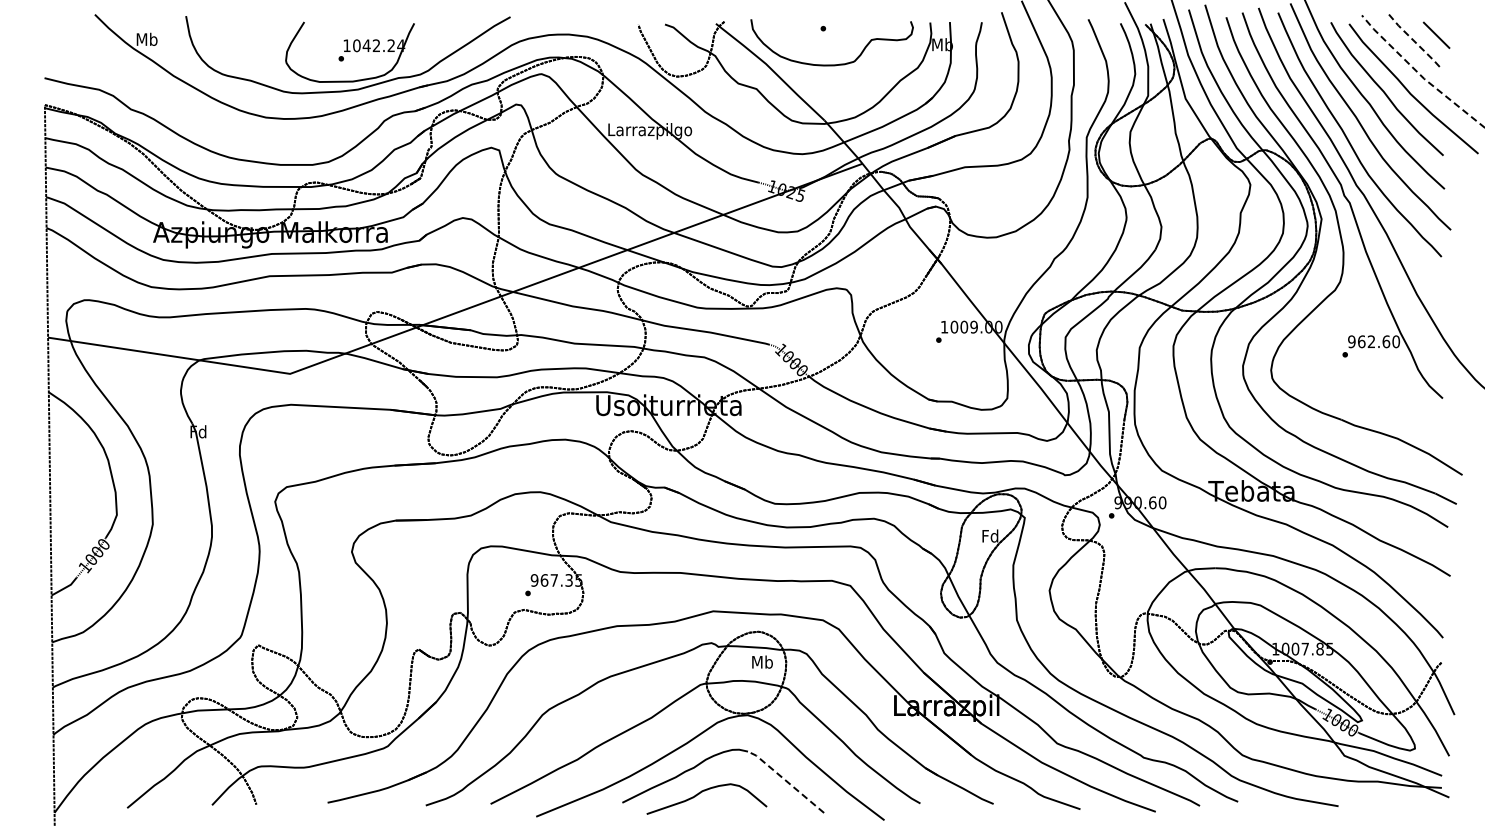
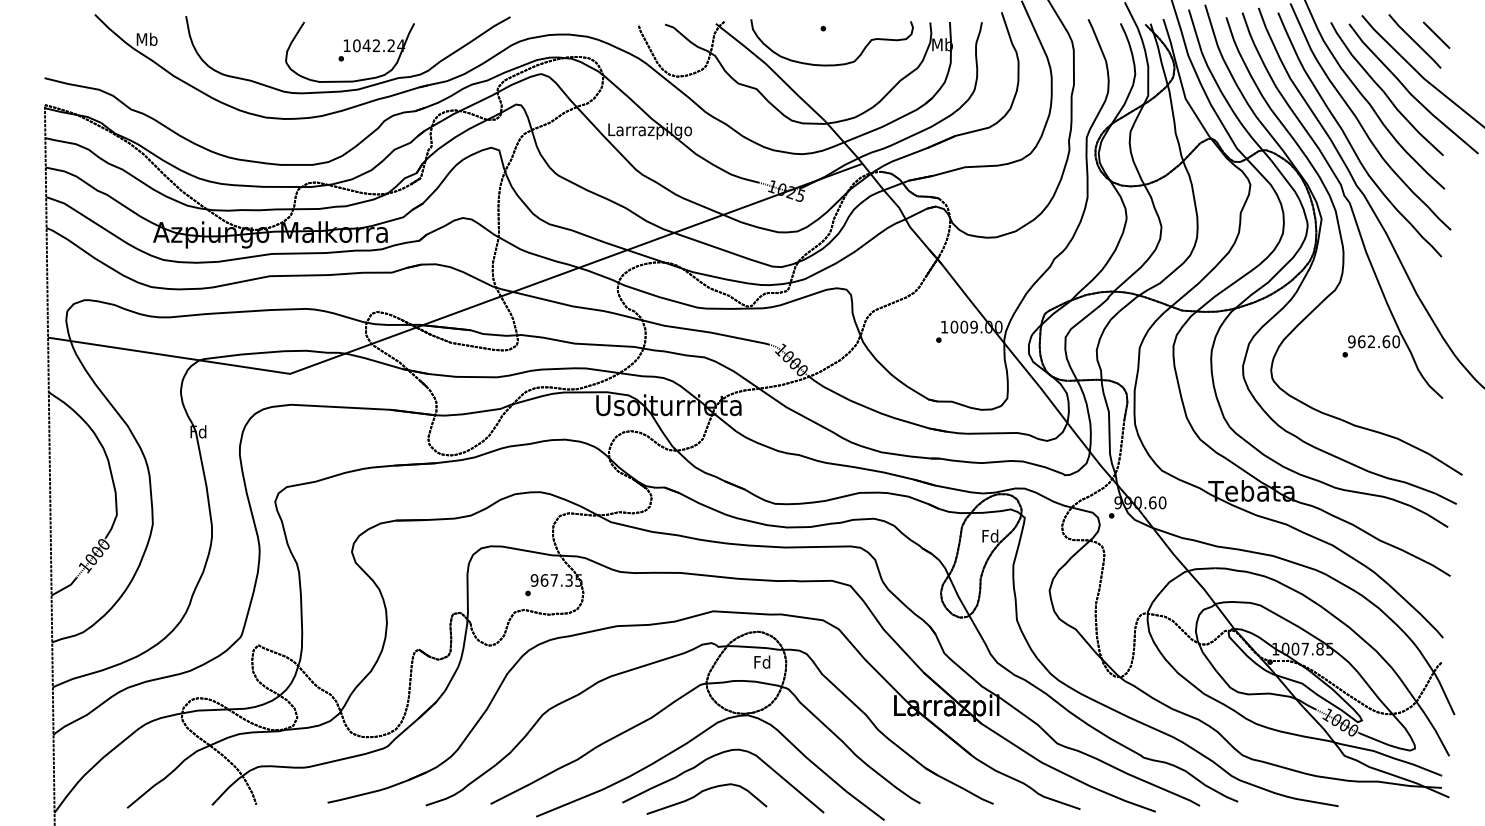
line at (1414, 41): dashed -> solid
line at (1420, 74): dashed -> solid
text at (762, 661): Mb -> Fd
line at (786, 780): dashed -> solid
